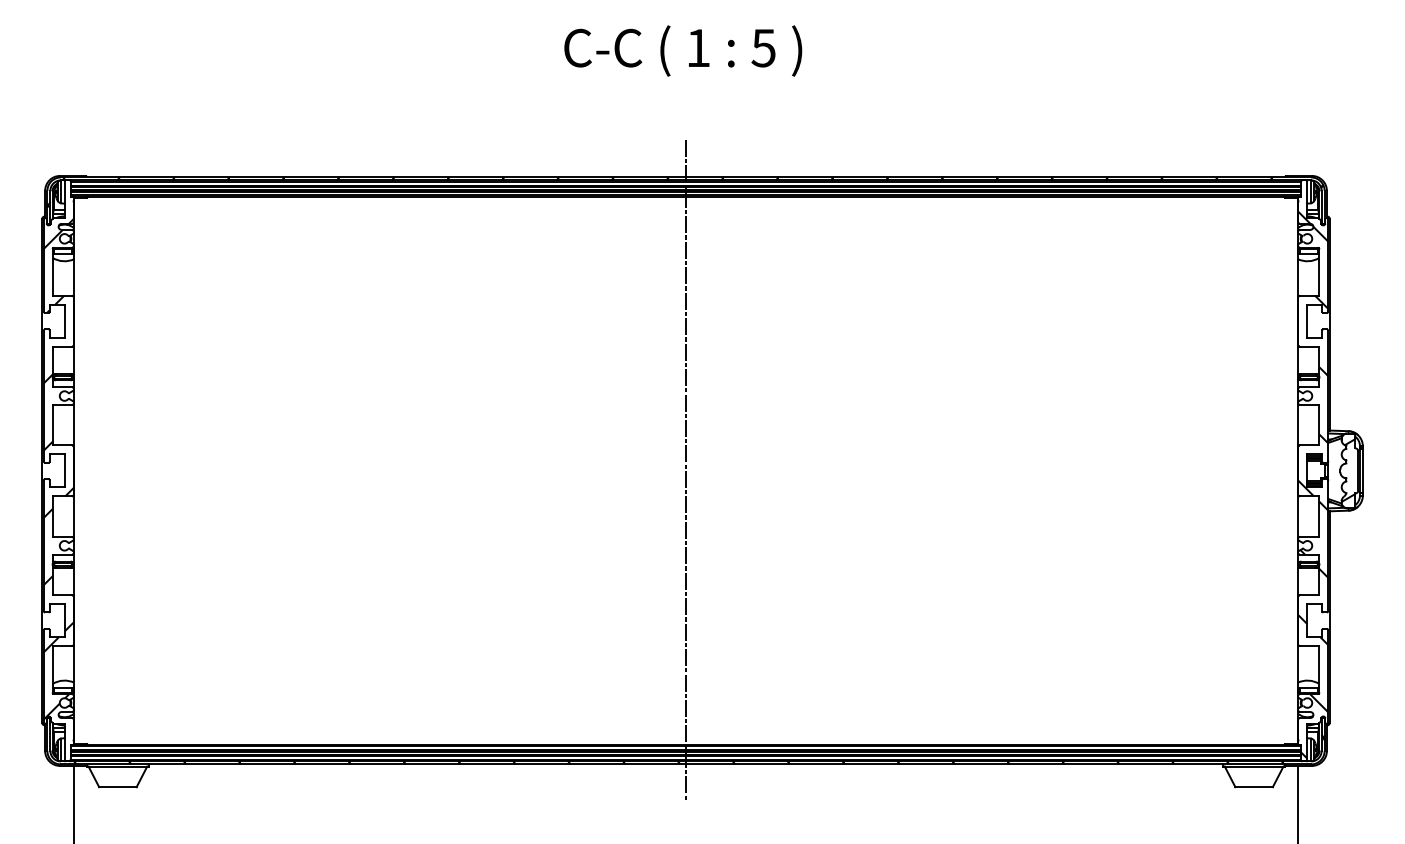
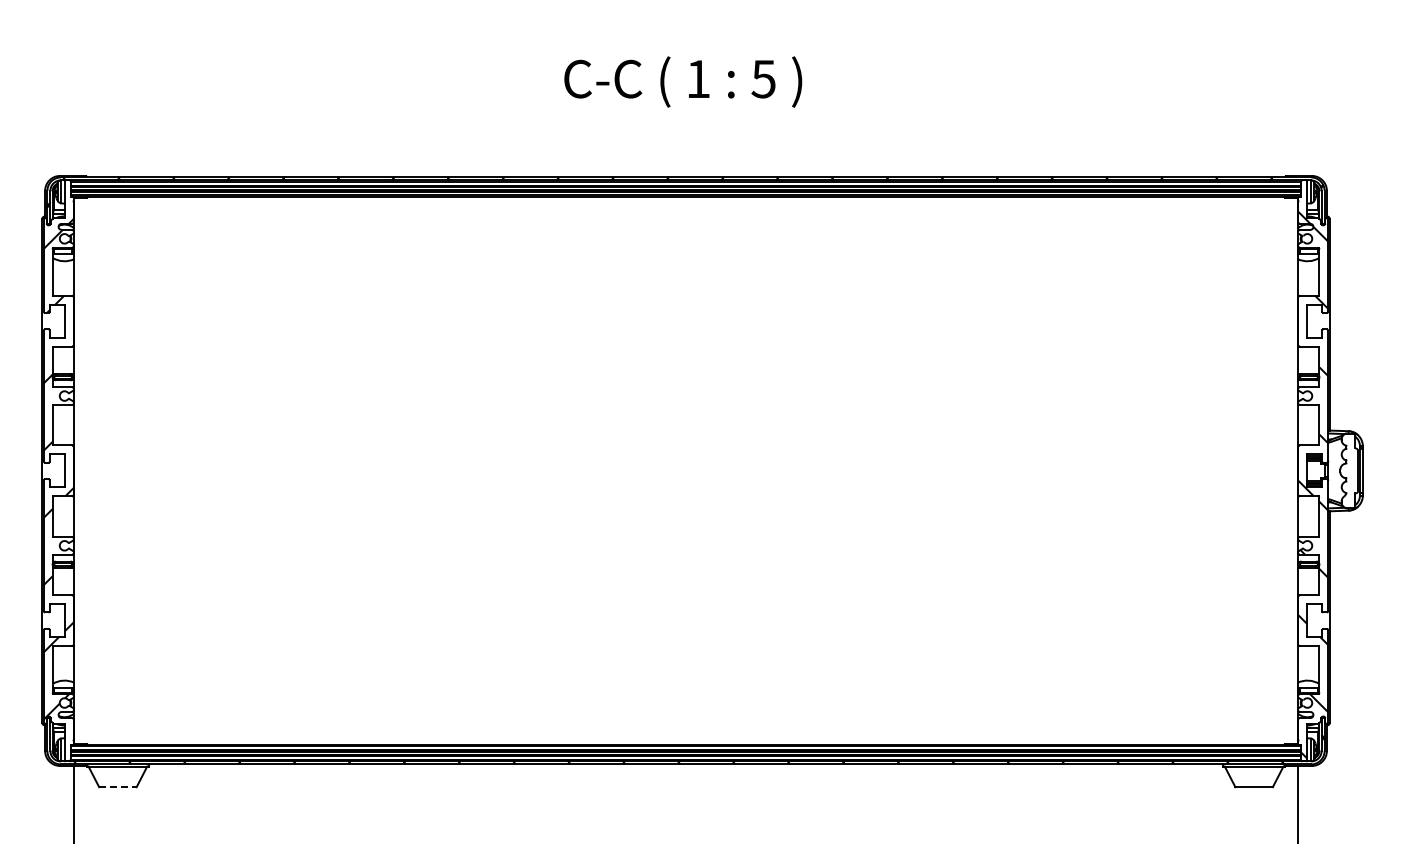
text at (683, 50) position: (683, 50) -> (683, 81)
line at (686, 470): present -> none
hatch at (1348, 470): present -> none
line at (117, 787): solid -> dashed
